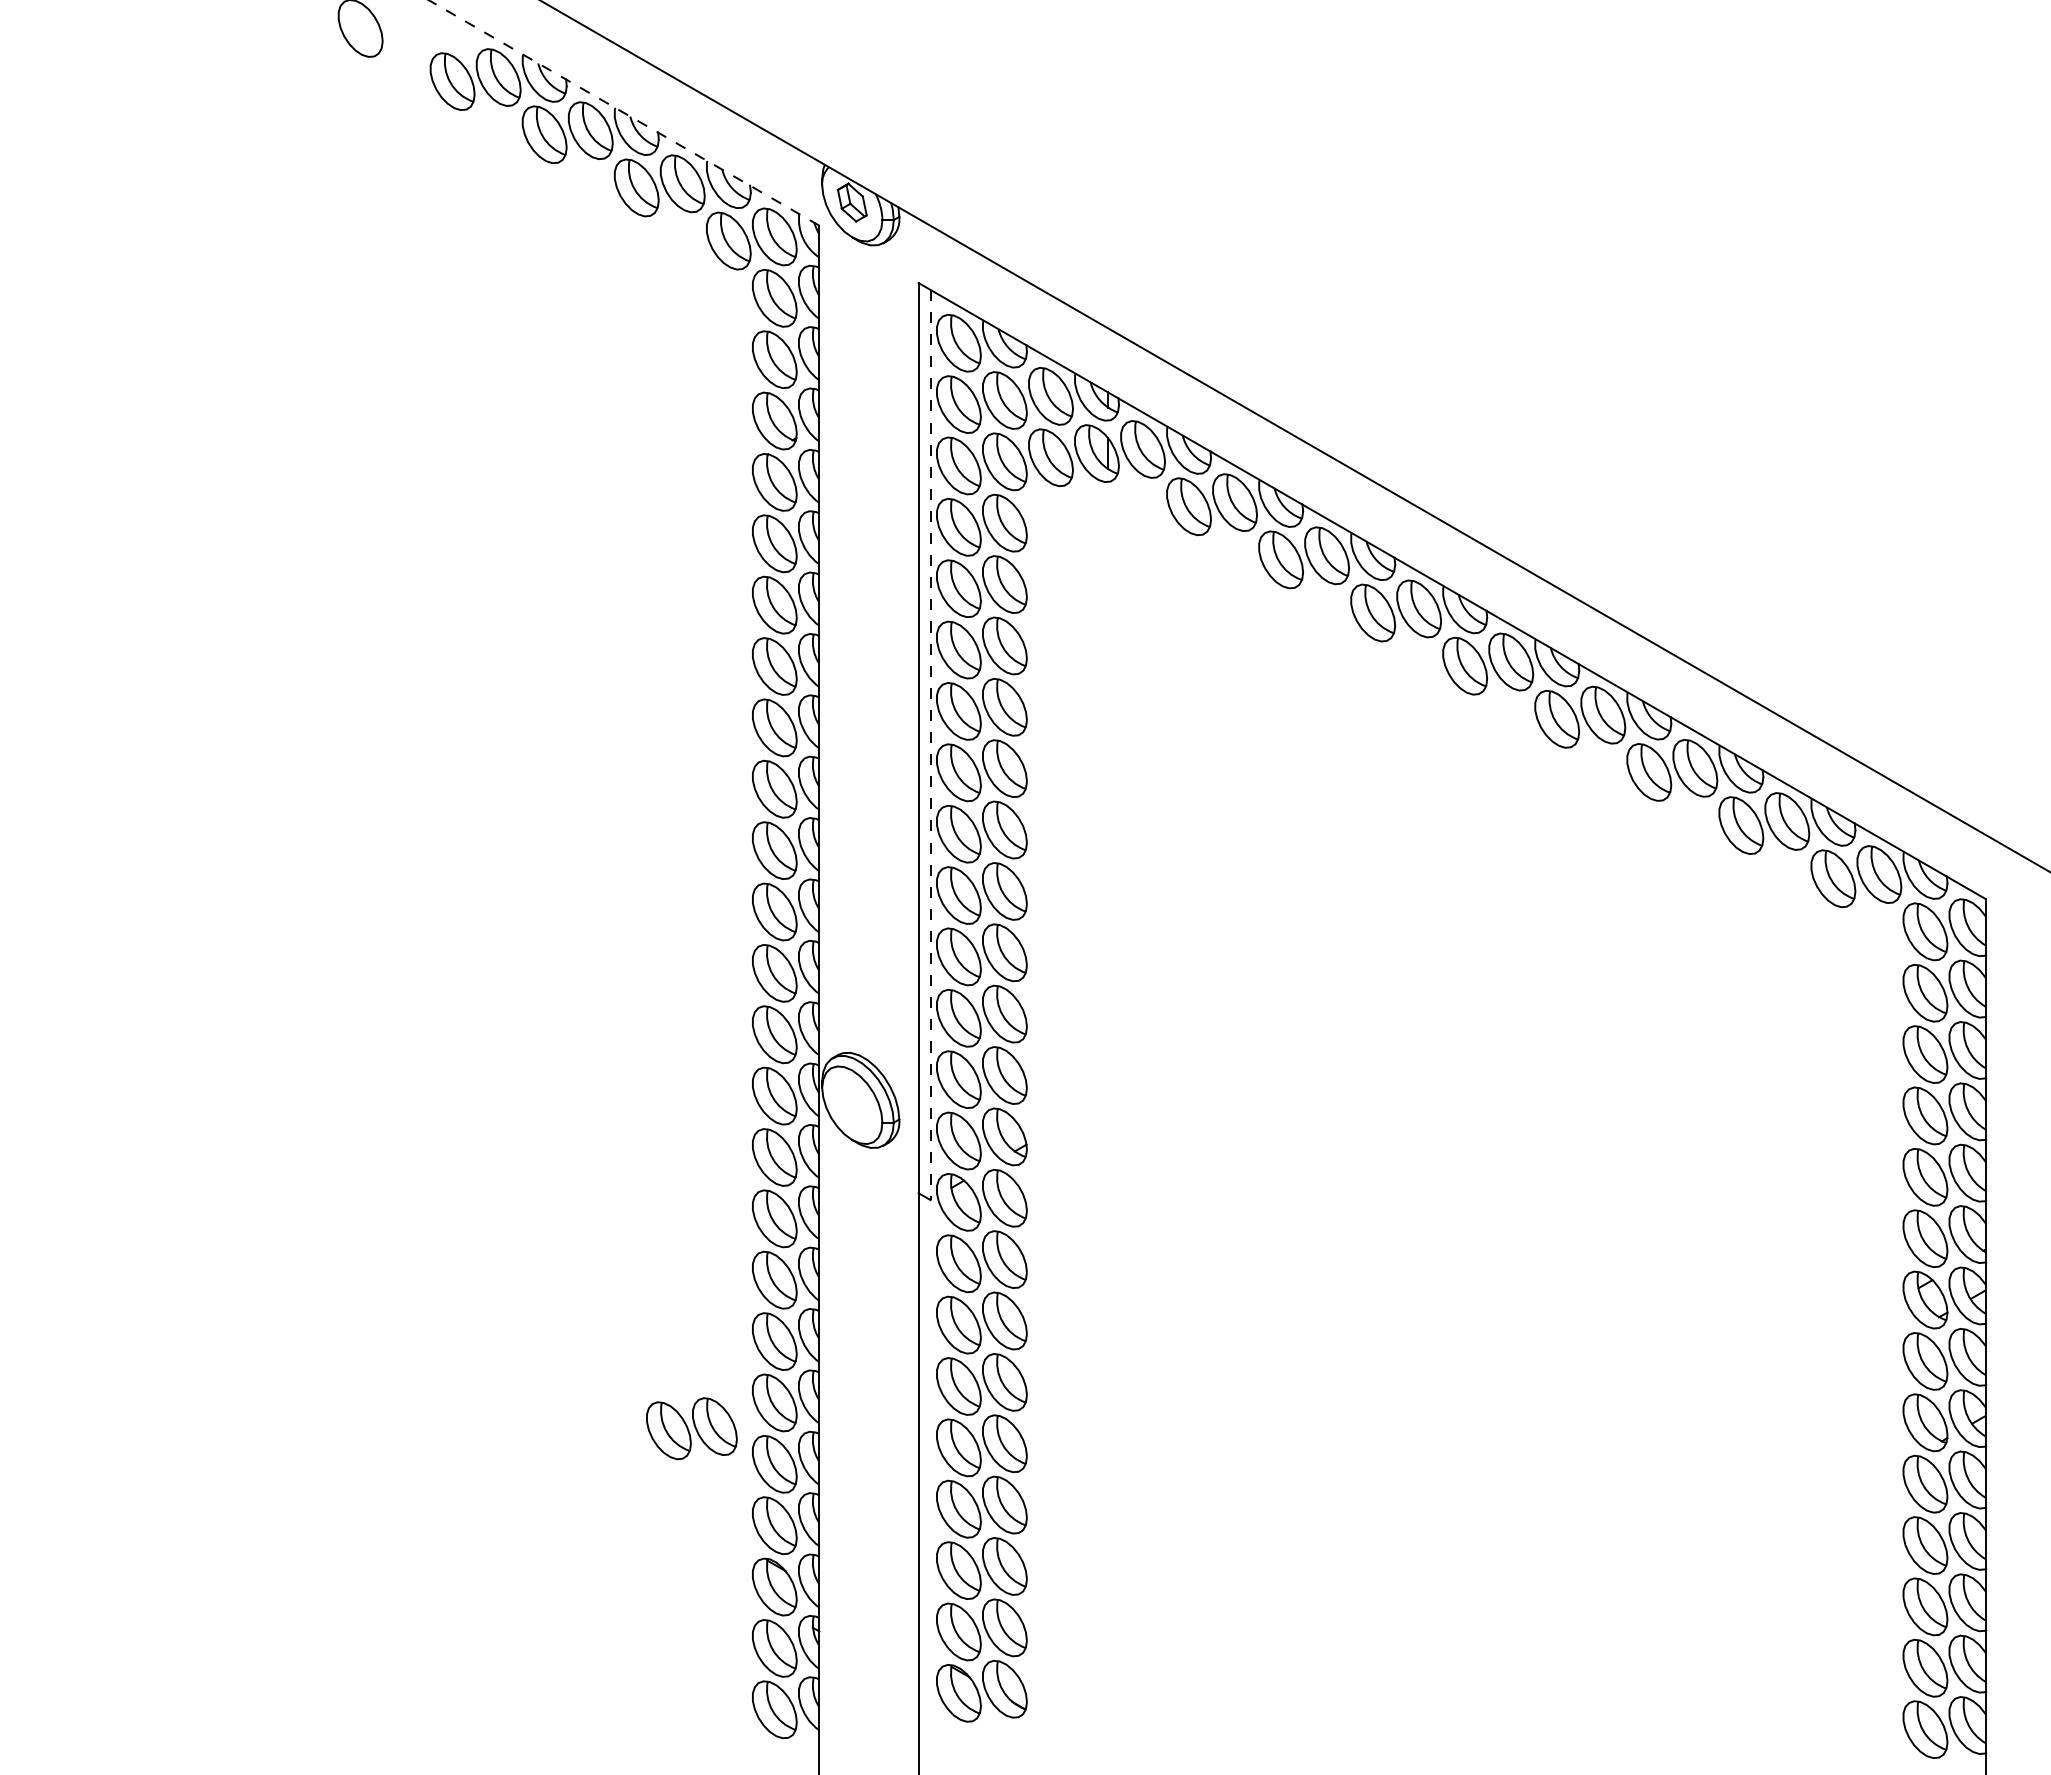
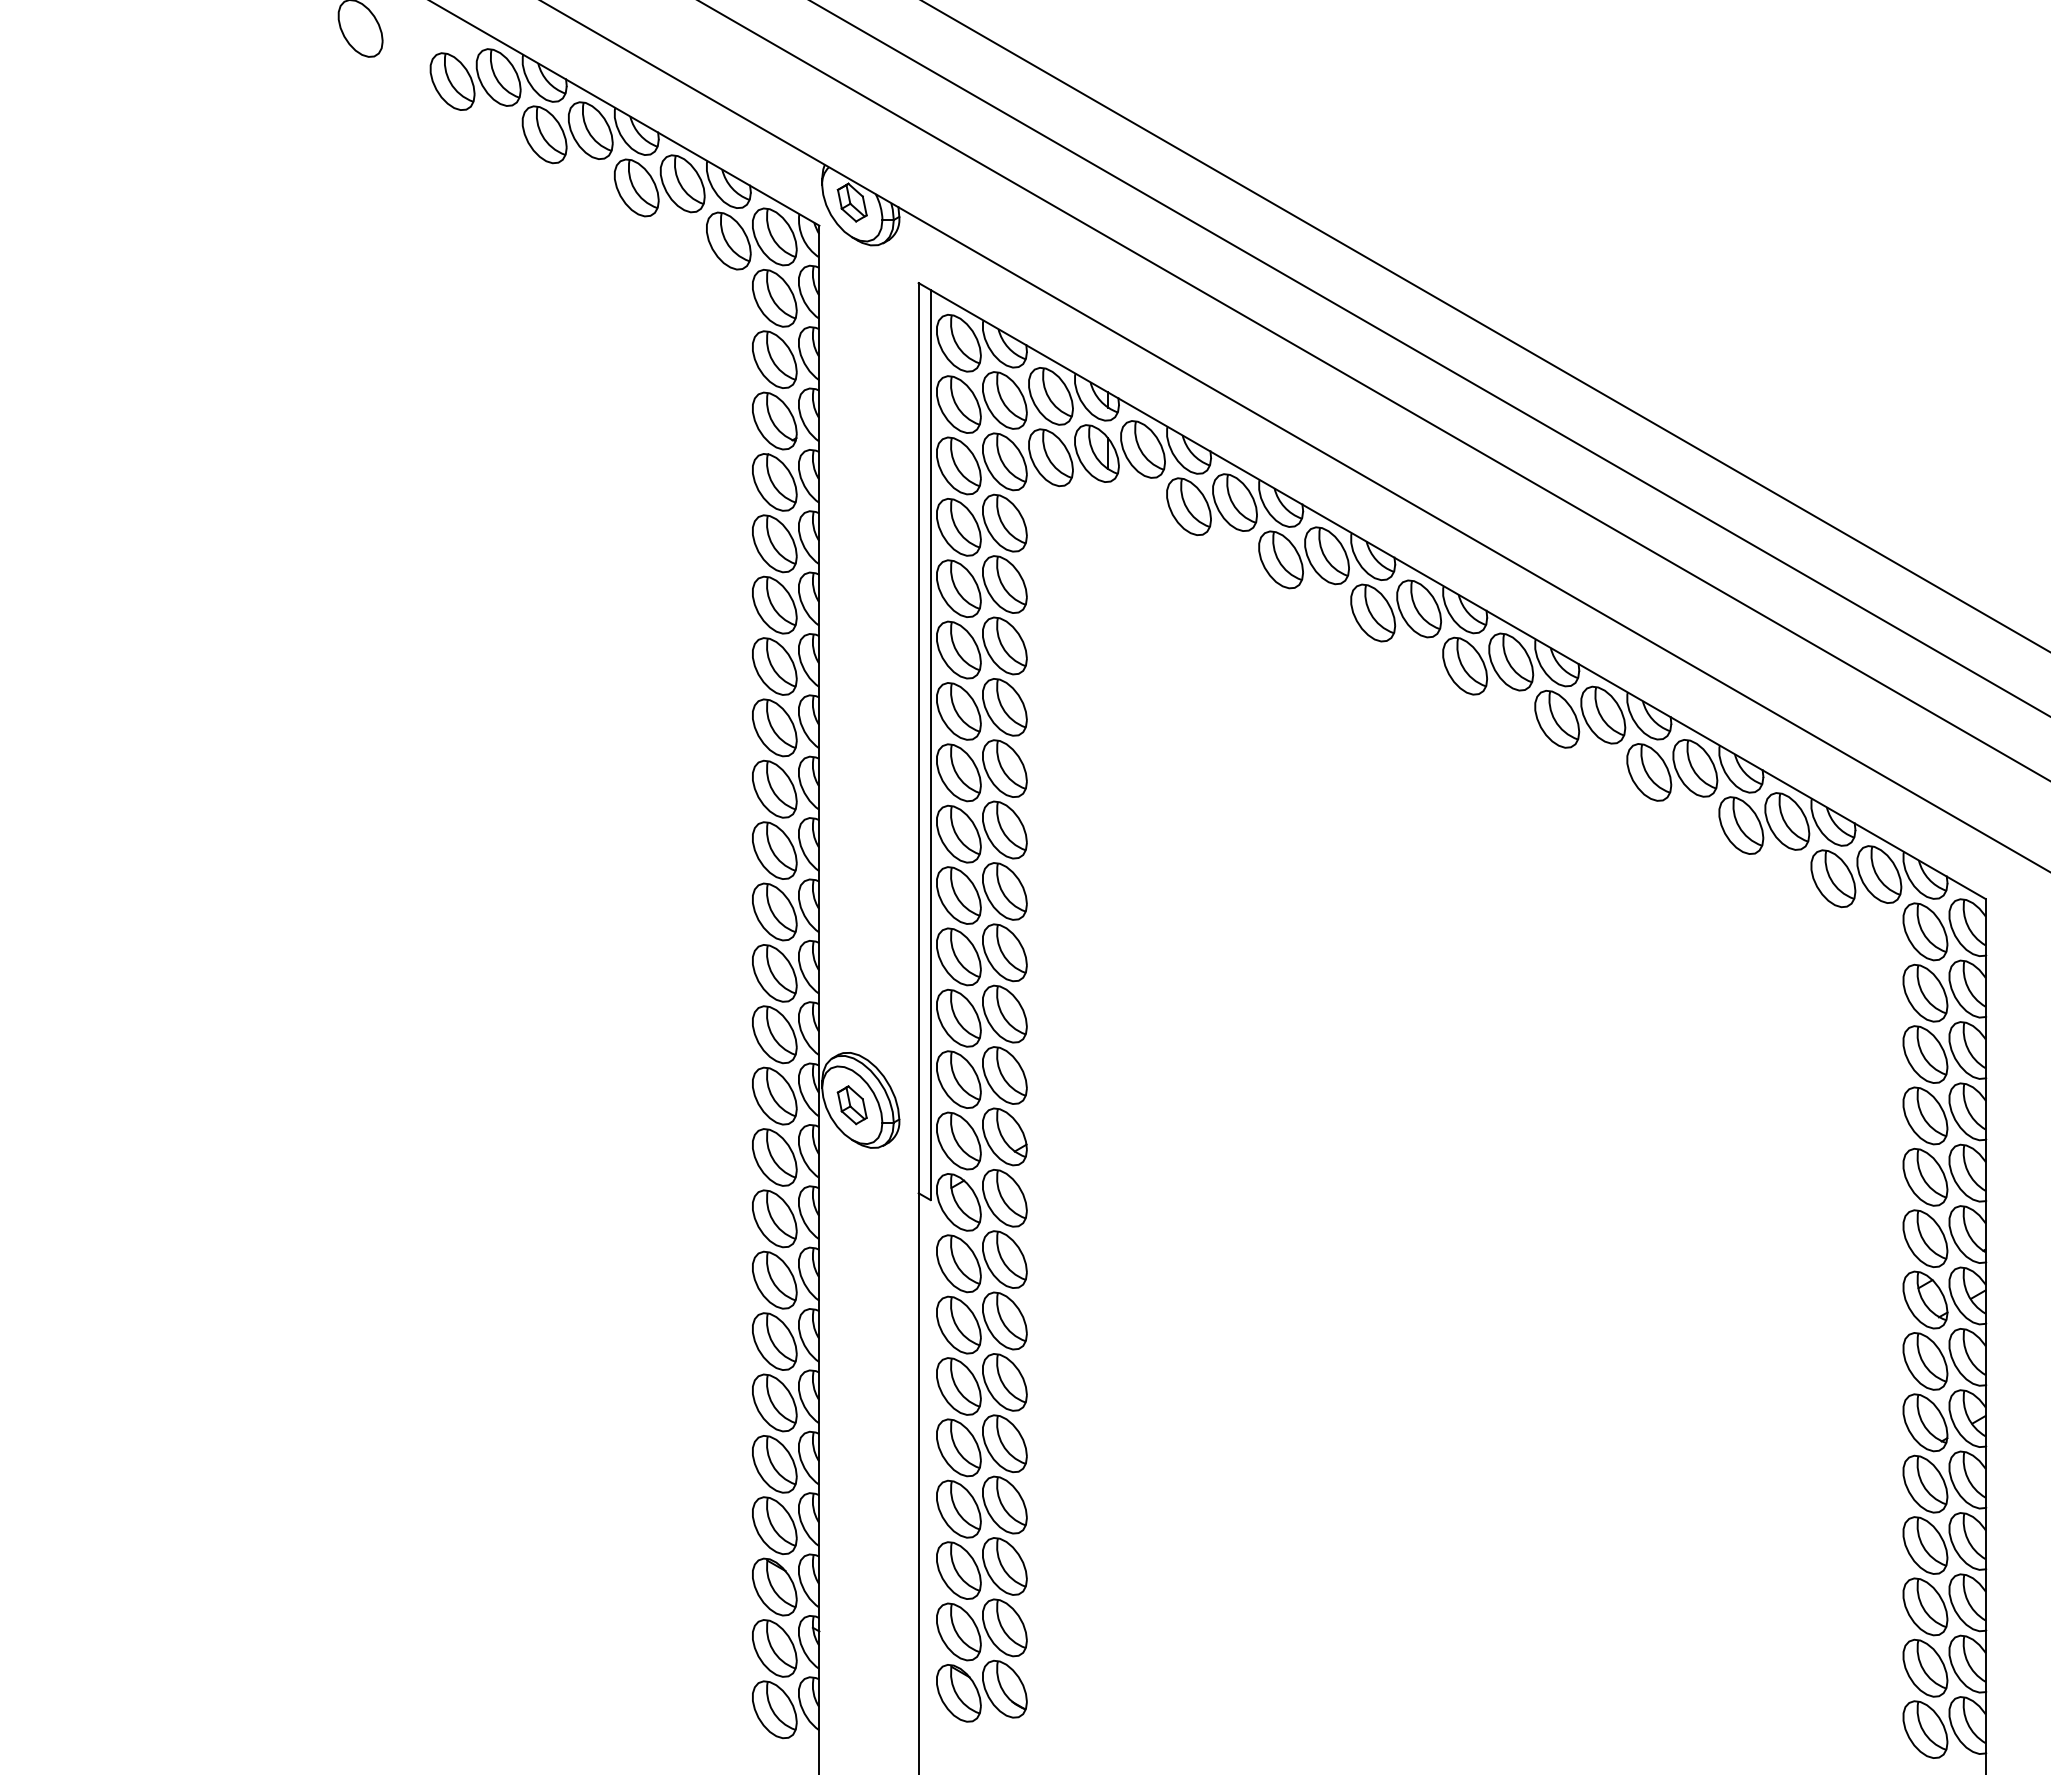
line at (623, 112): dashed -> solid
line at (1485, 326): none -> present
line at (1429, 358): none -> present
line at (1373, 390): none -> present
line at (930, 745): dashed -> solid
part at (851, 1105): none -> present
part at (691, 1428): present -> none
